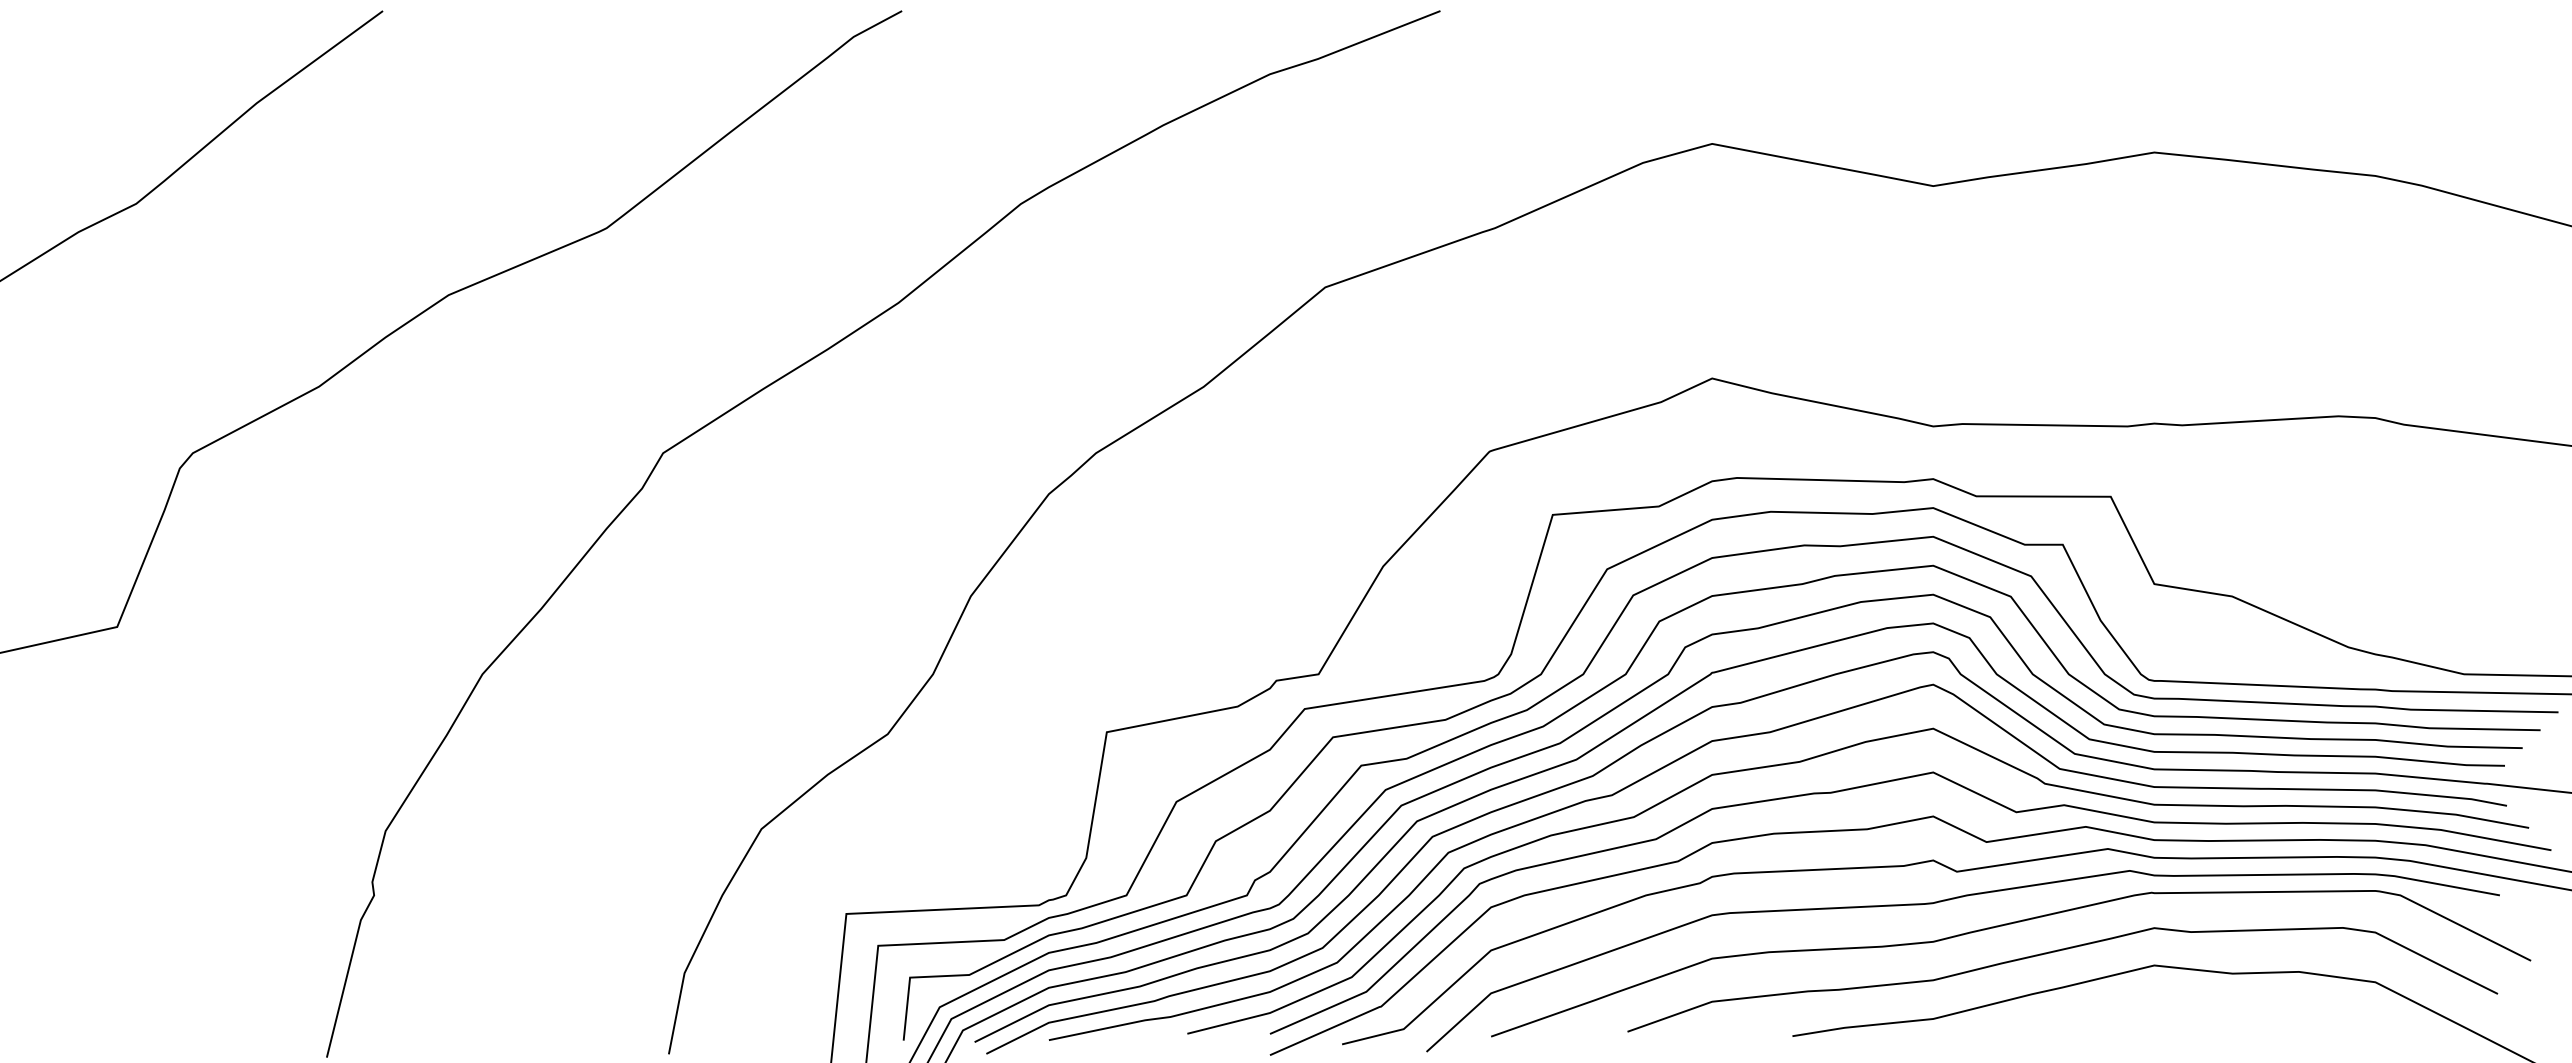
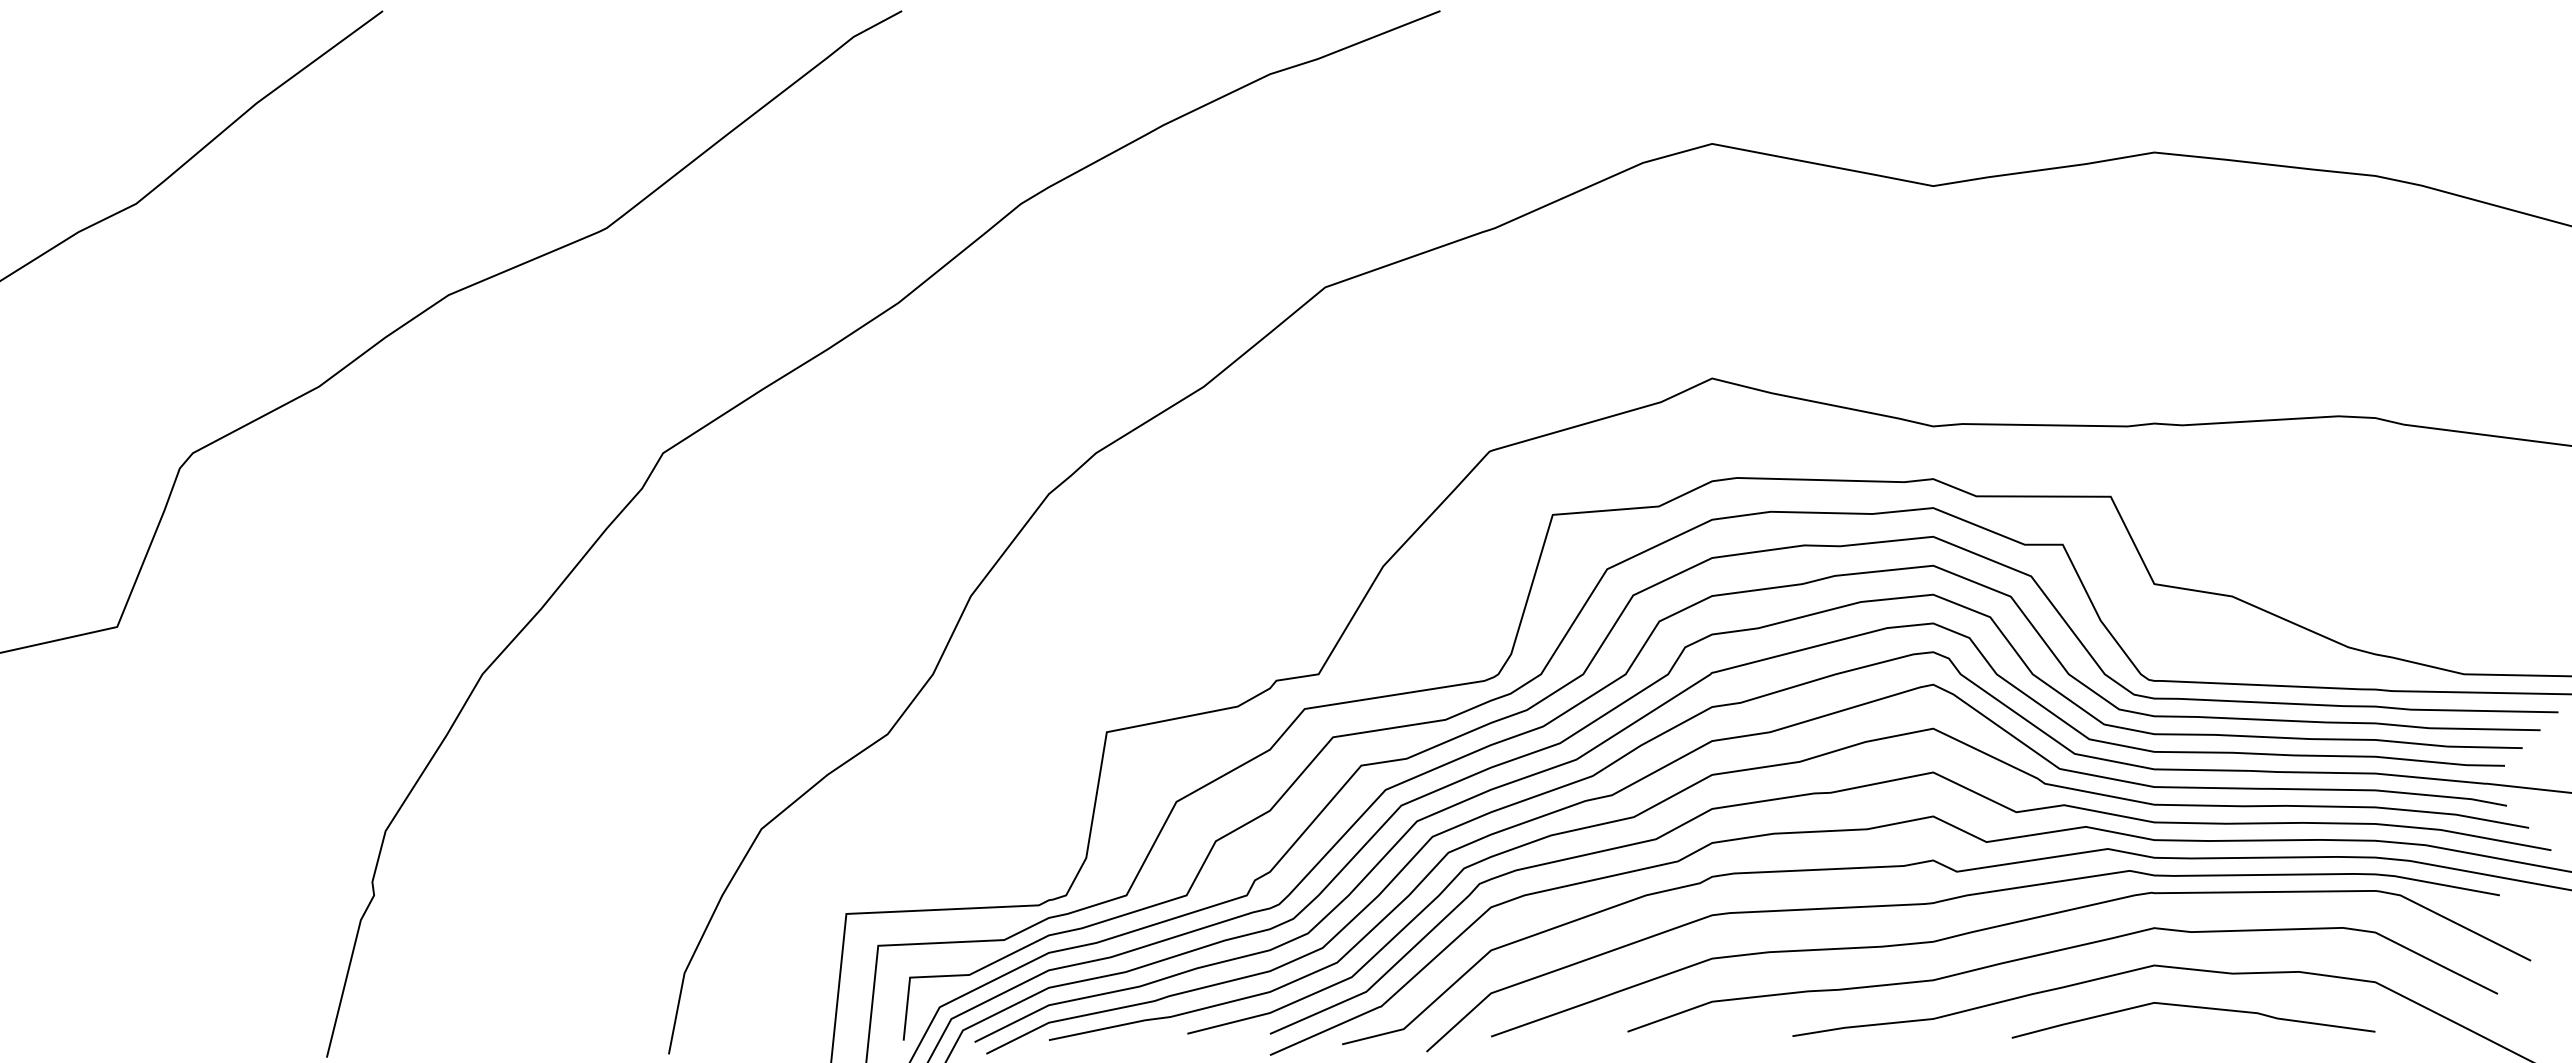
curve at (2197, 1008): none -> present
